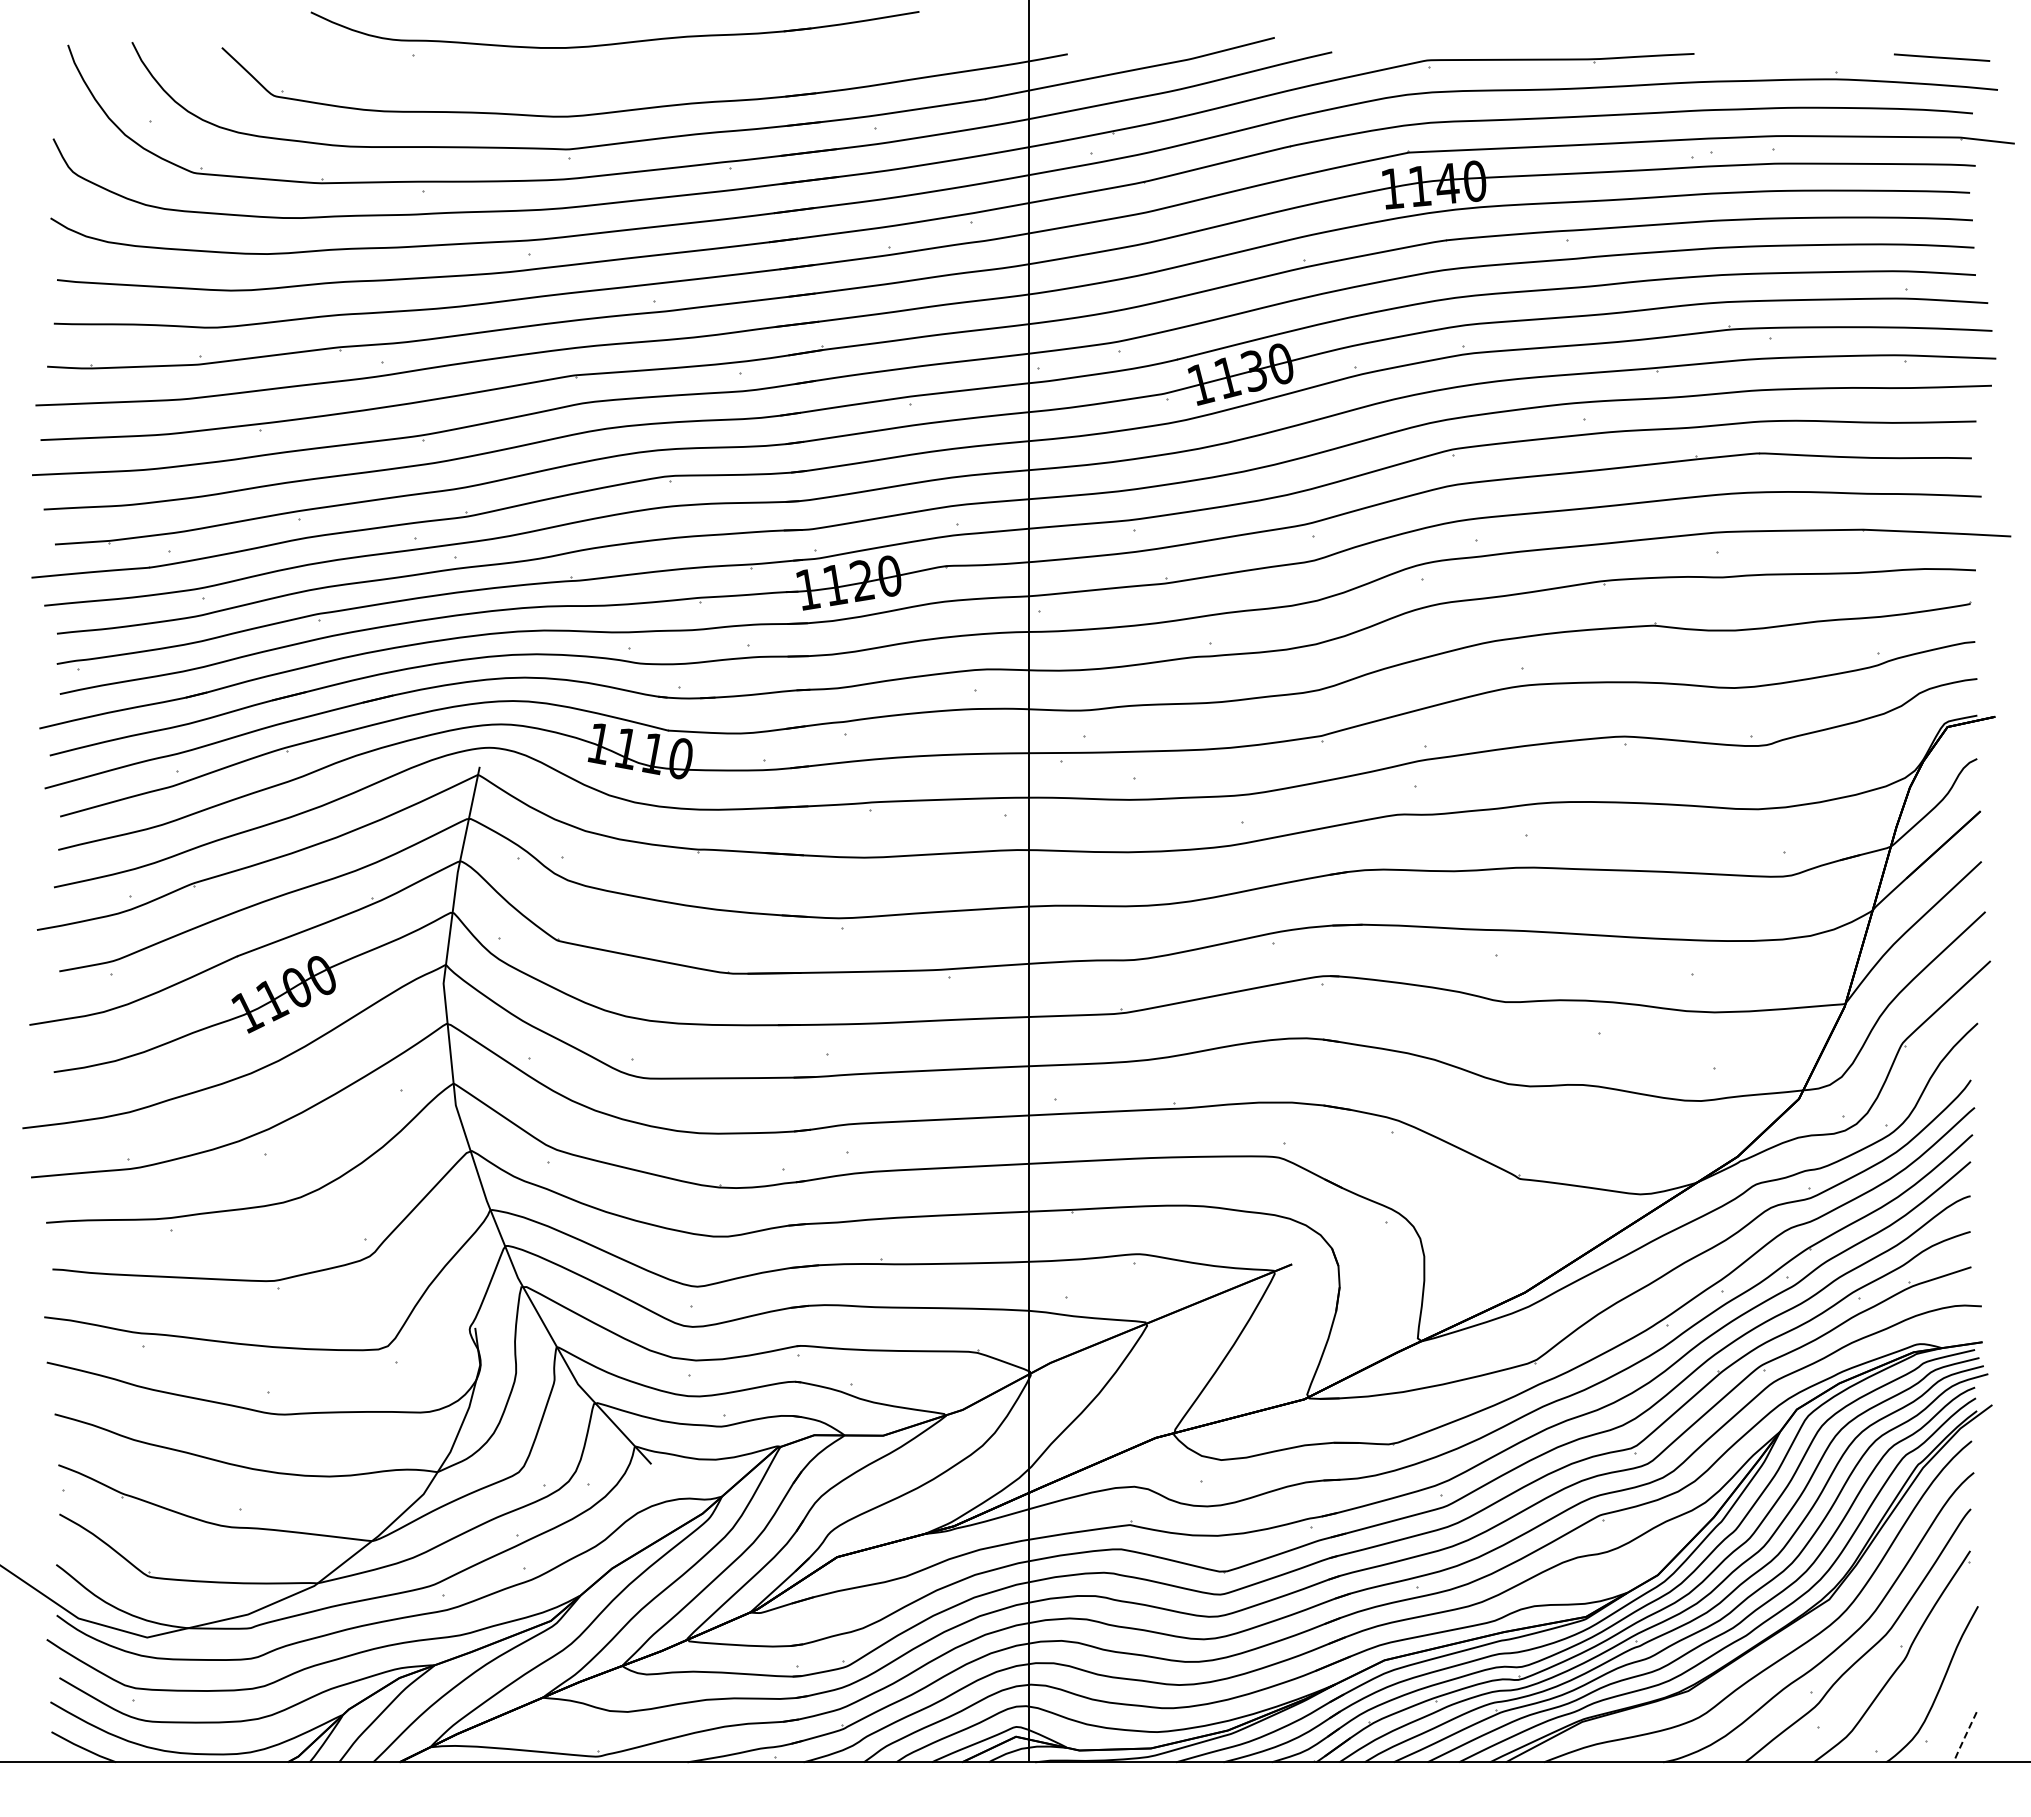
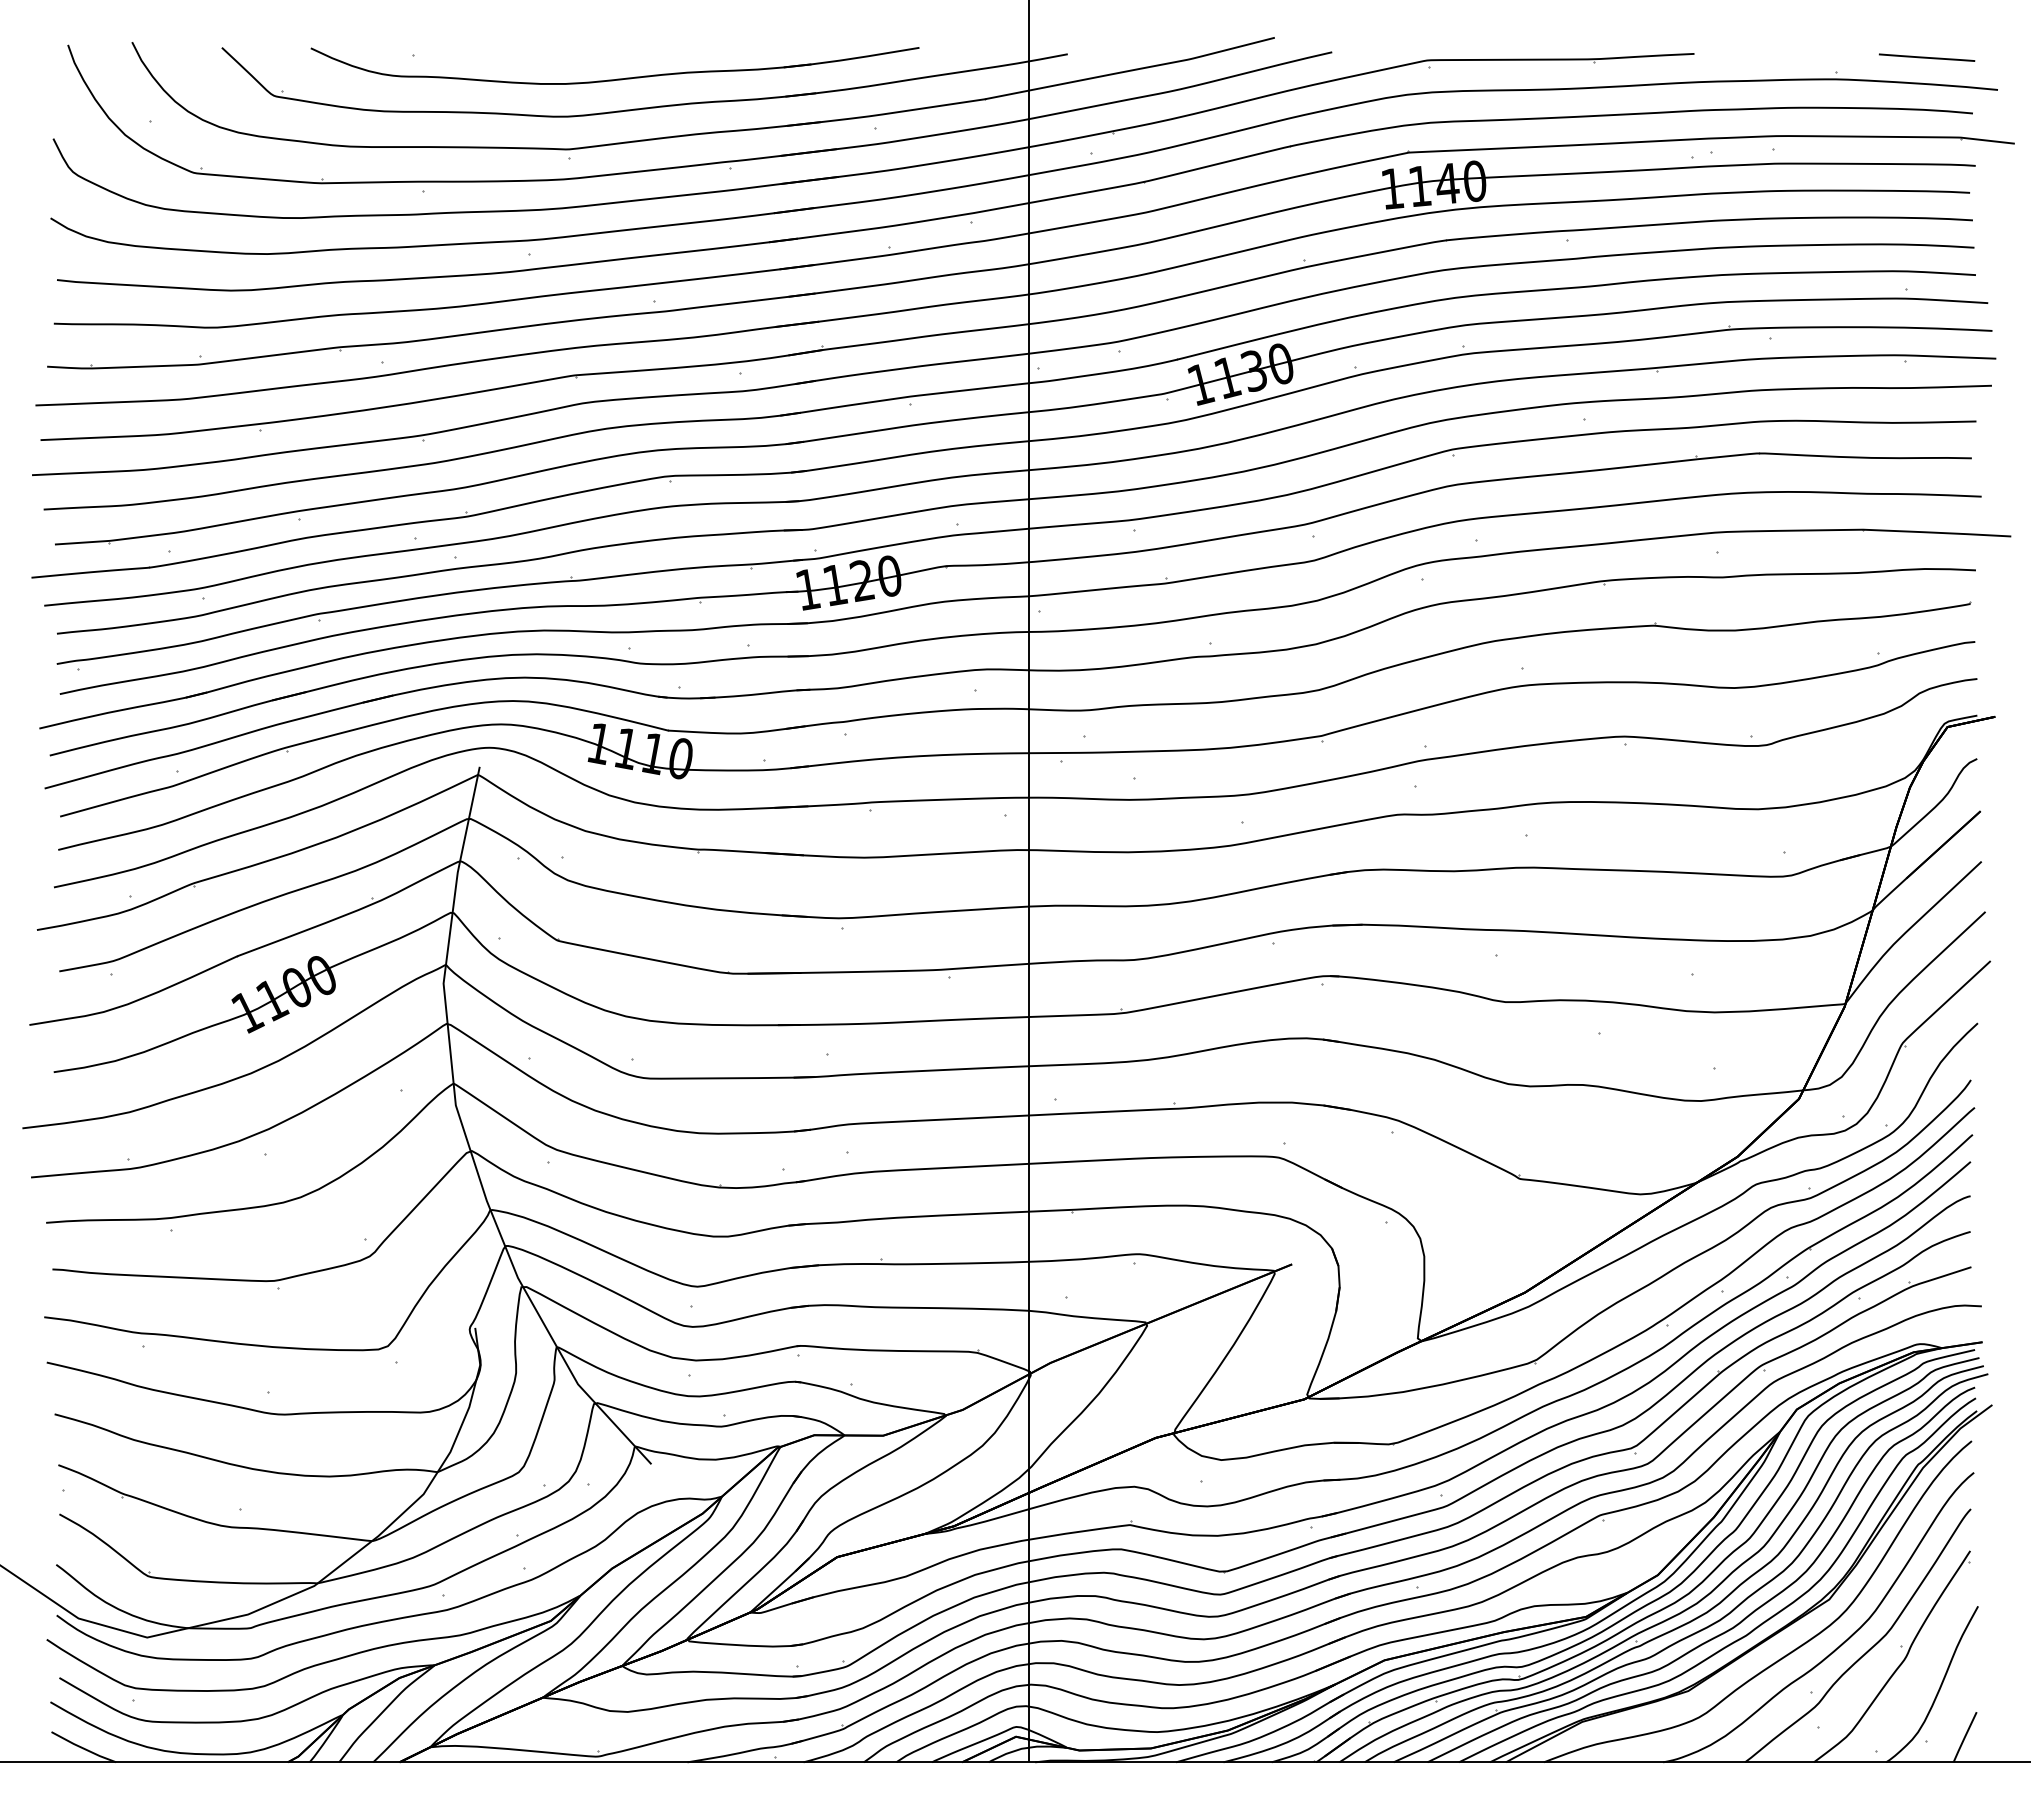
part at (617, 42) position: (617, 42) -> (617, 78)
line at (1941, 57) position: (1941, 57) -> (1926, 57)
line at (1964, 1737): dashed -> solid
